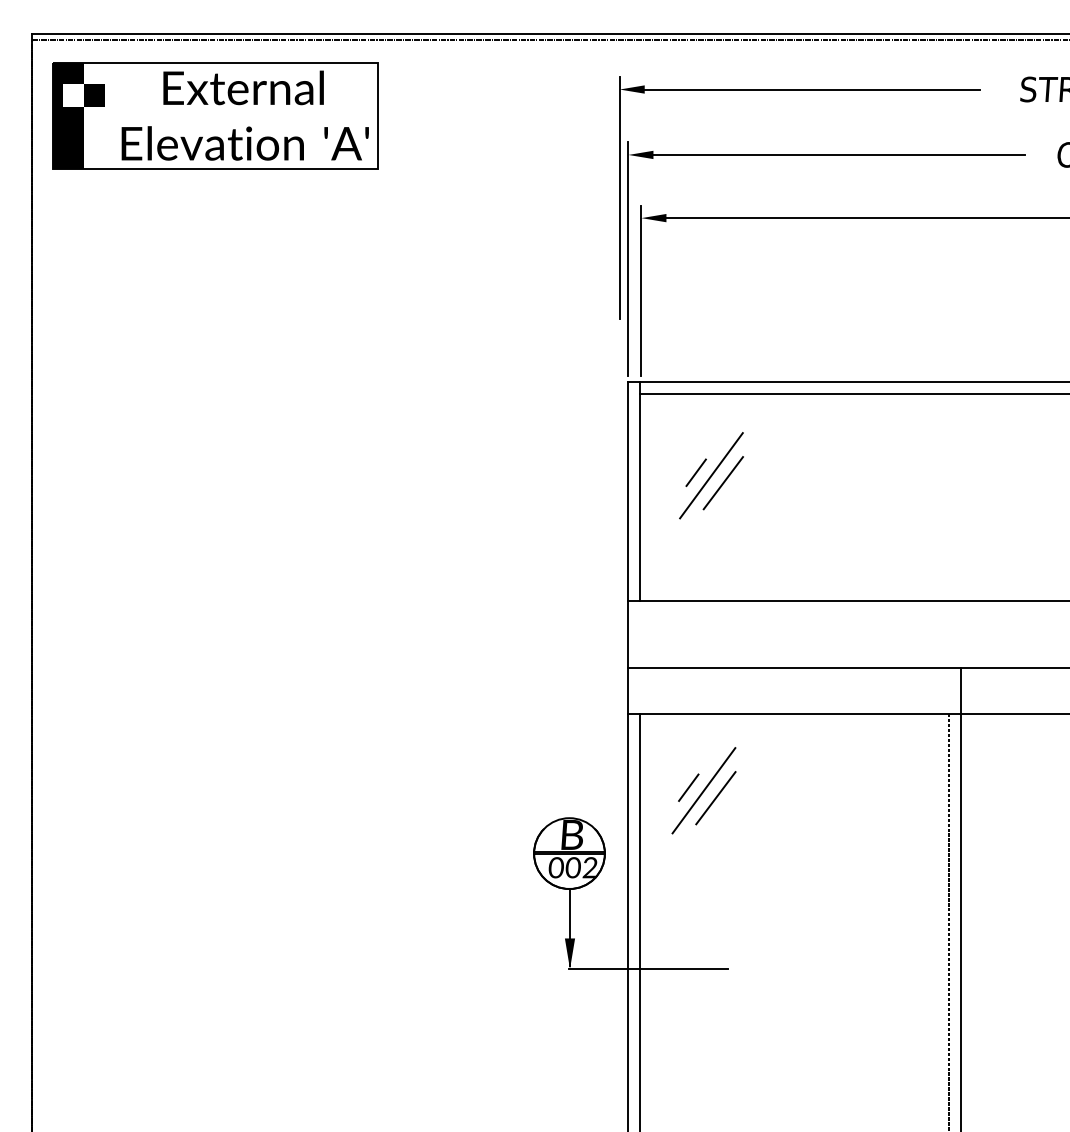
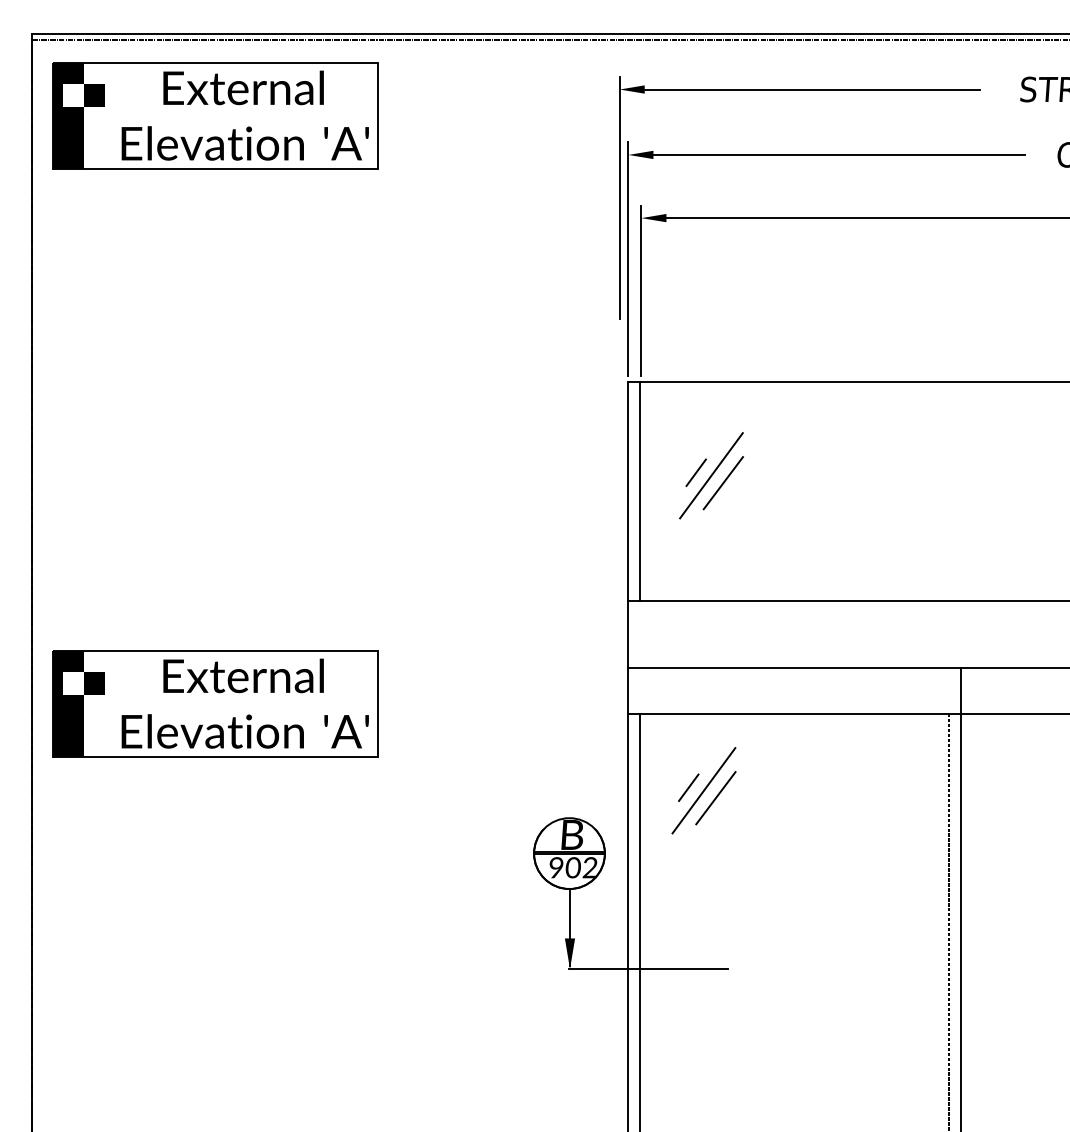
line at (852, 393): present -> none
part at (215, 703): none -> present
text at (555, 868): 002 -> 902
